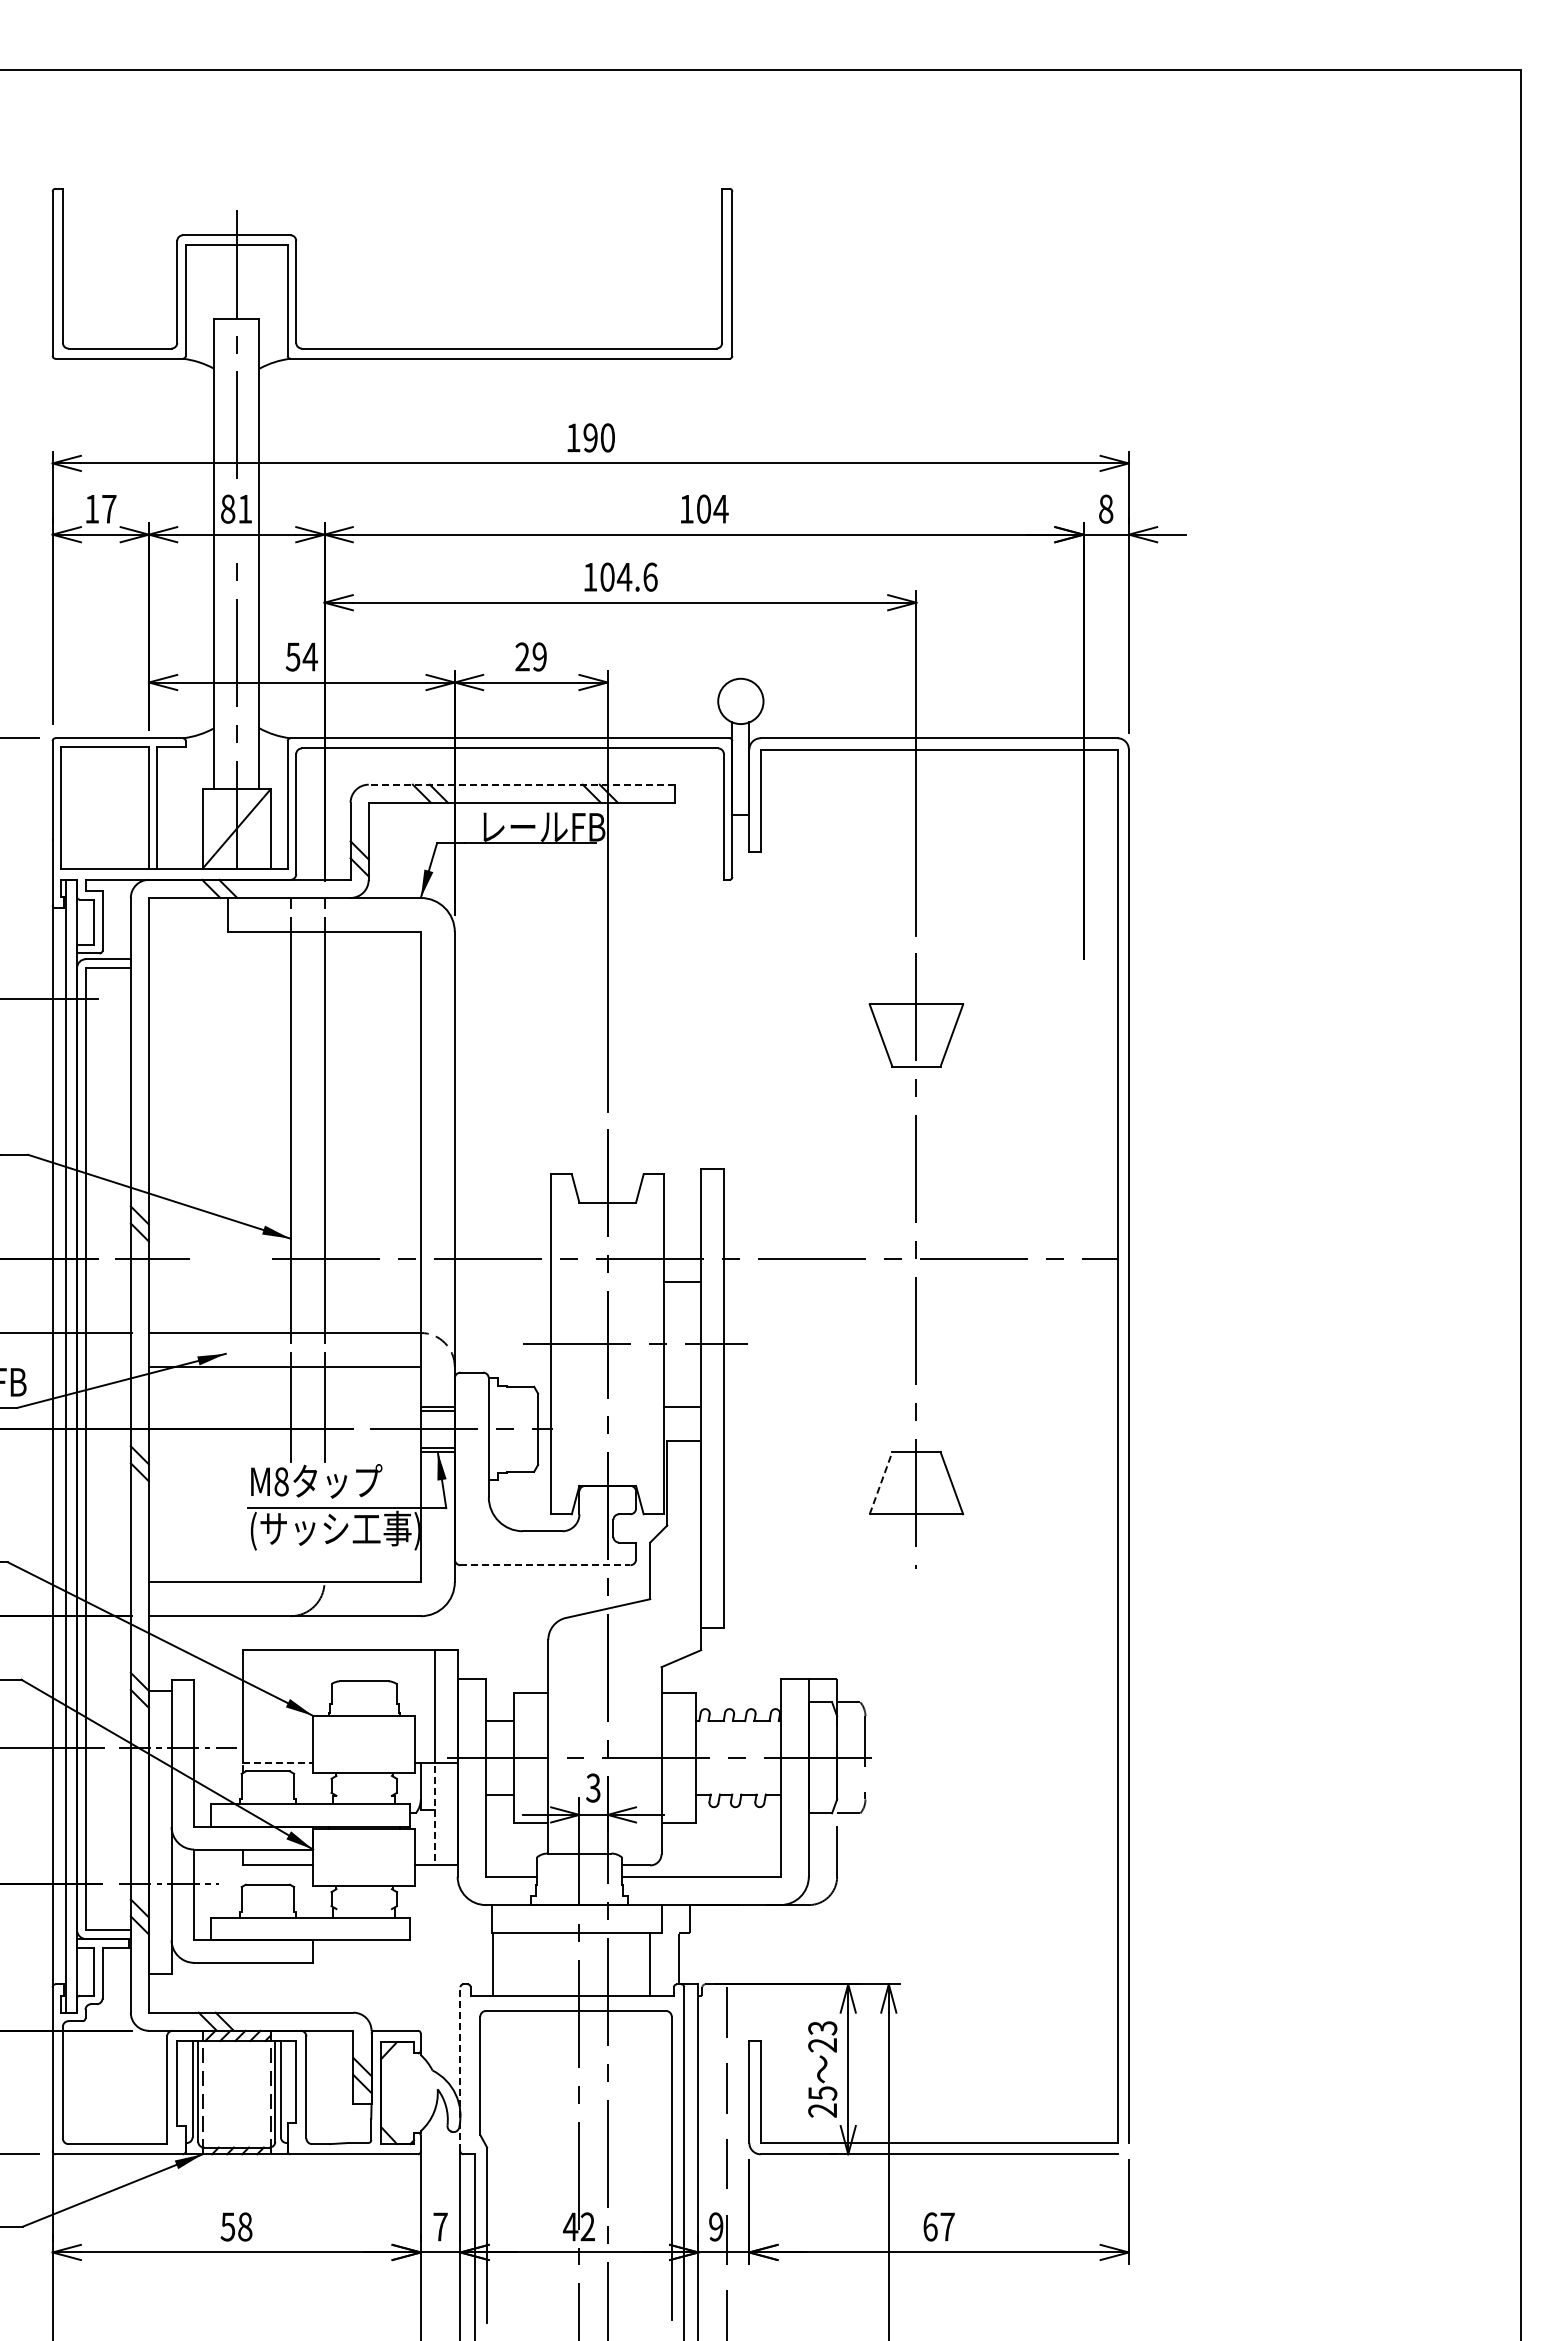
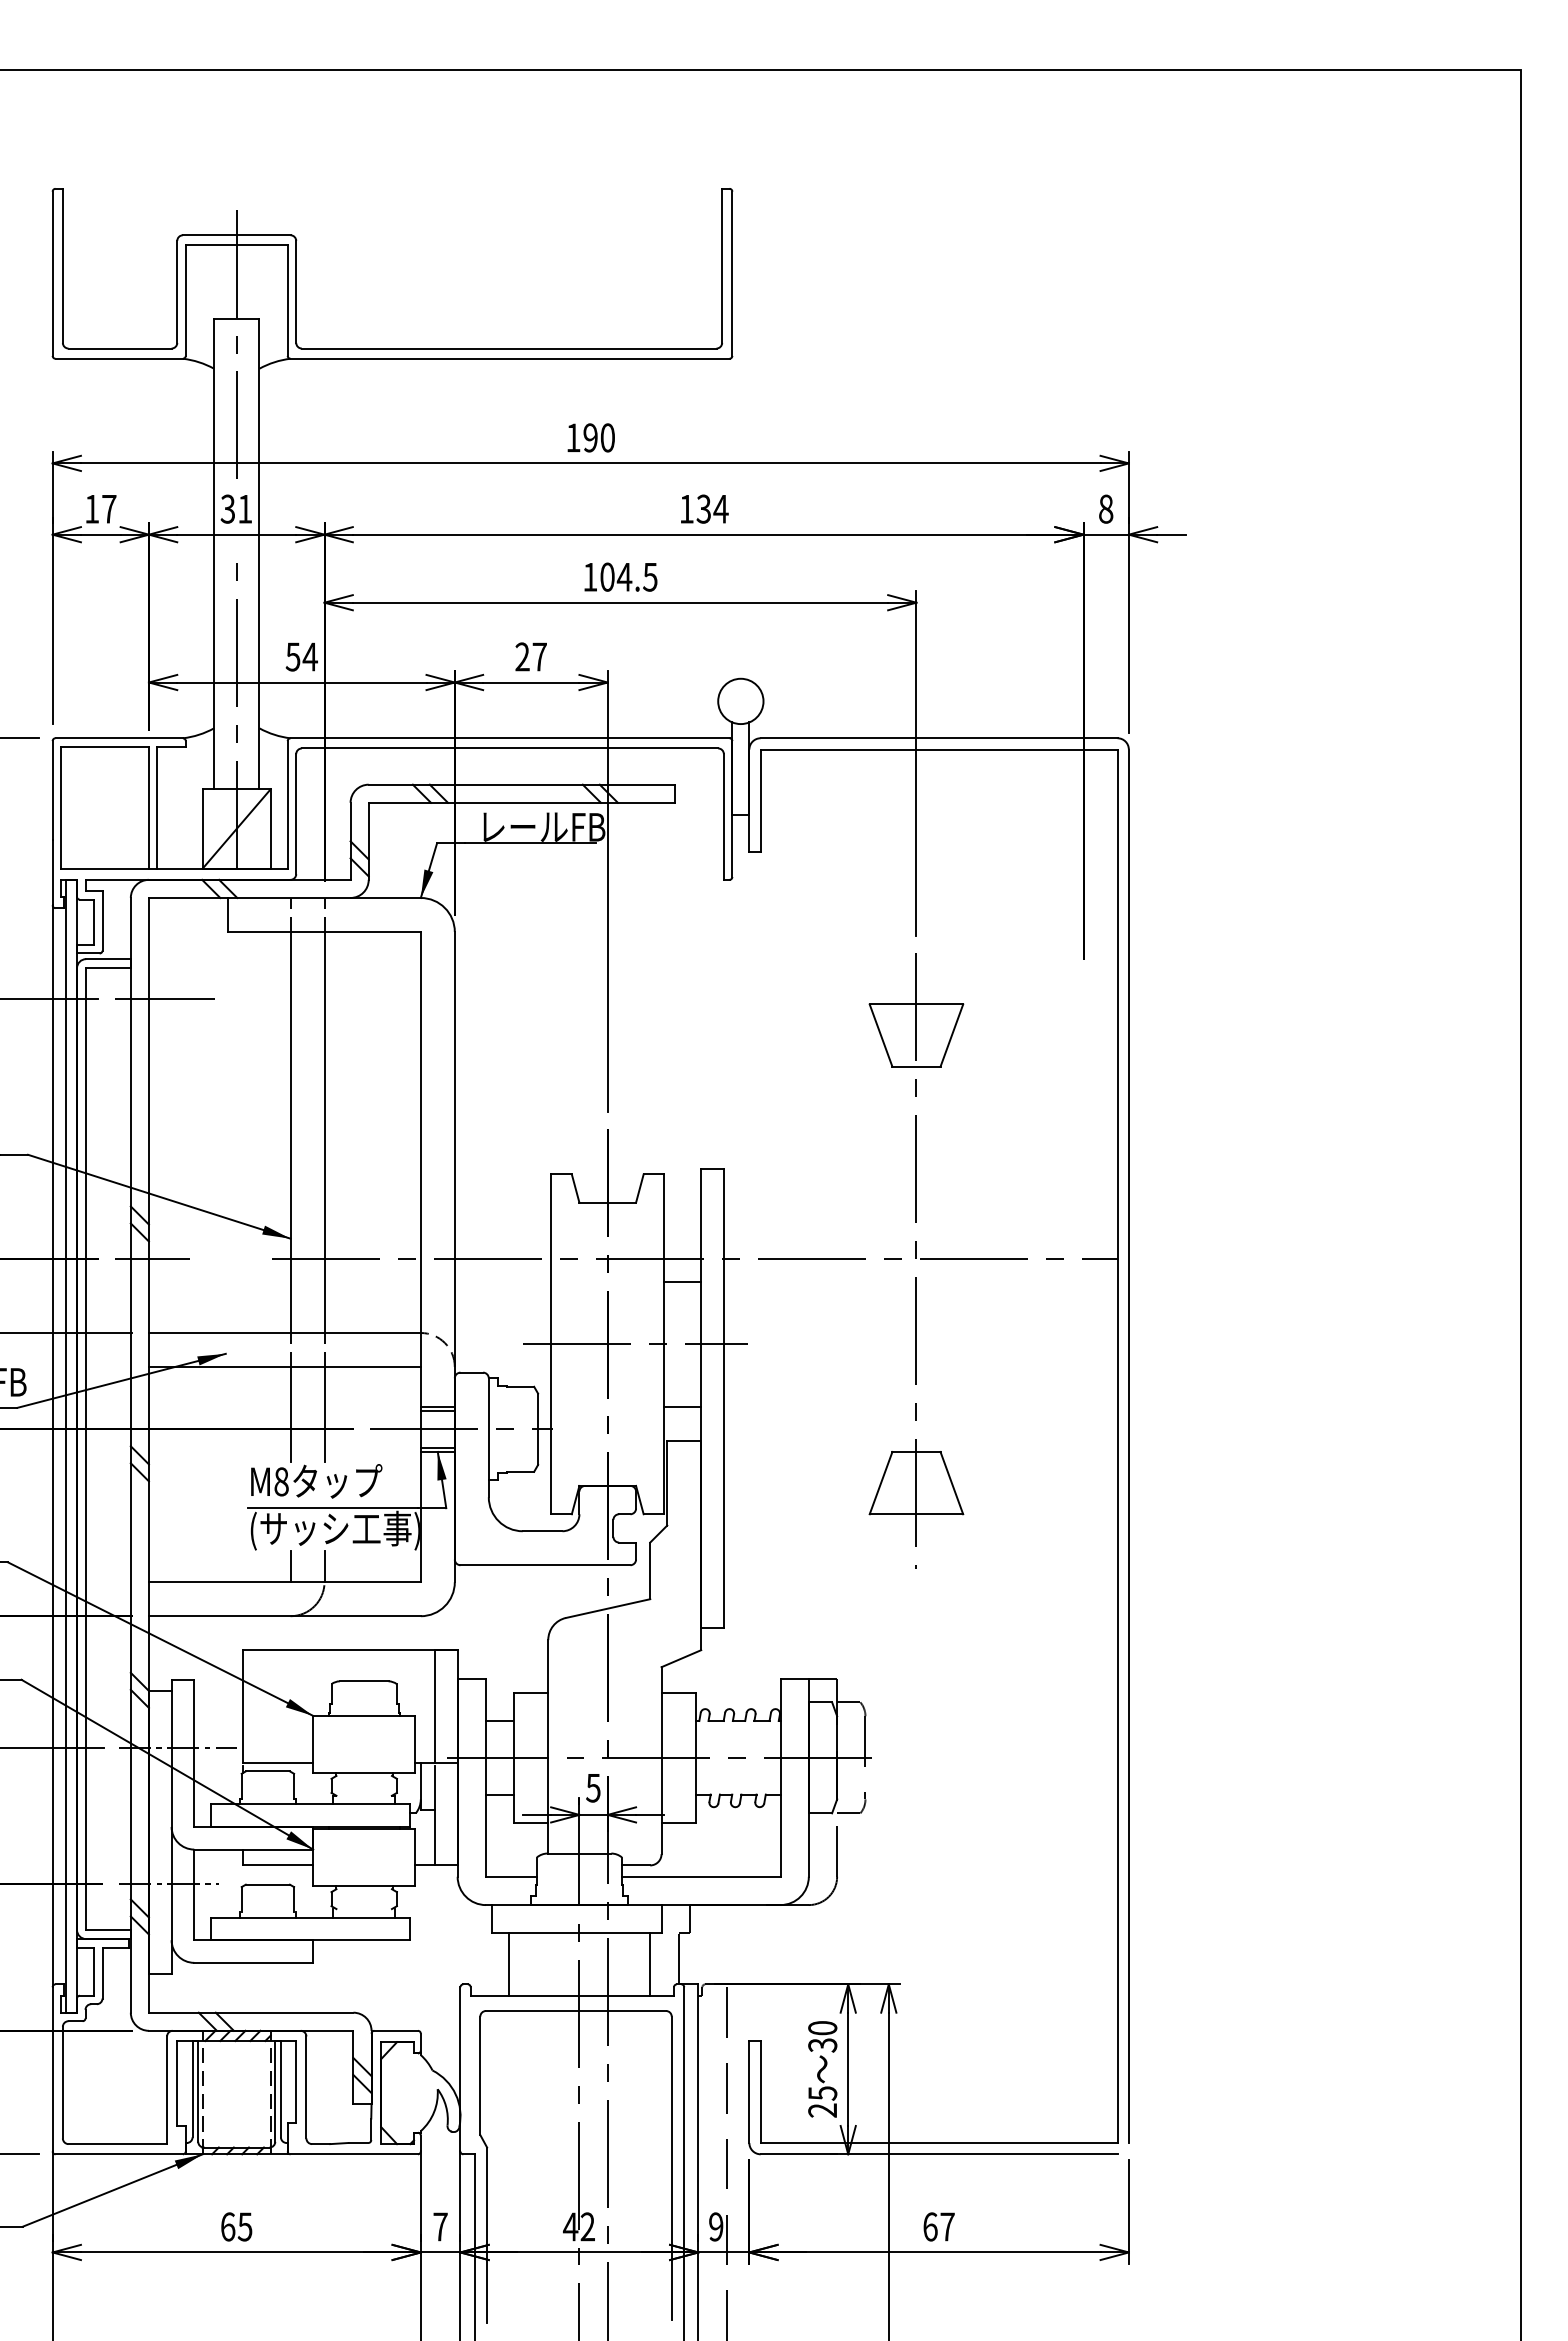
text at (227, 508): 81 -> 31
text at (703, 508): 104 -> 134
text at (650, 576): 104.6 -> 104.5
text at (539, 656): 29 -> 27
line at (521, 784): dashed -> solid
line at (164, 998): none -> present
line at (881, 1482): dashed -> solid
line at (545, 1565): dashed -> solid
line at (290, 1566): none -> present
line at (324, 1566): none -> present
line at (278, 1763): dashed -> solid
text at (593, 1787): 3 -> 5
line at (435, 1815): dashed -> solid
line at (492, 1964) position: (492, 1964) -> (508, 1964)
text at (822, 2036): 23 -> 30
line at (460, 2068): dashed -> solid
text at (236, 2226): 58 -> 65
